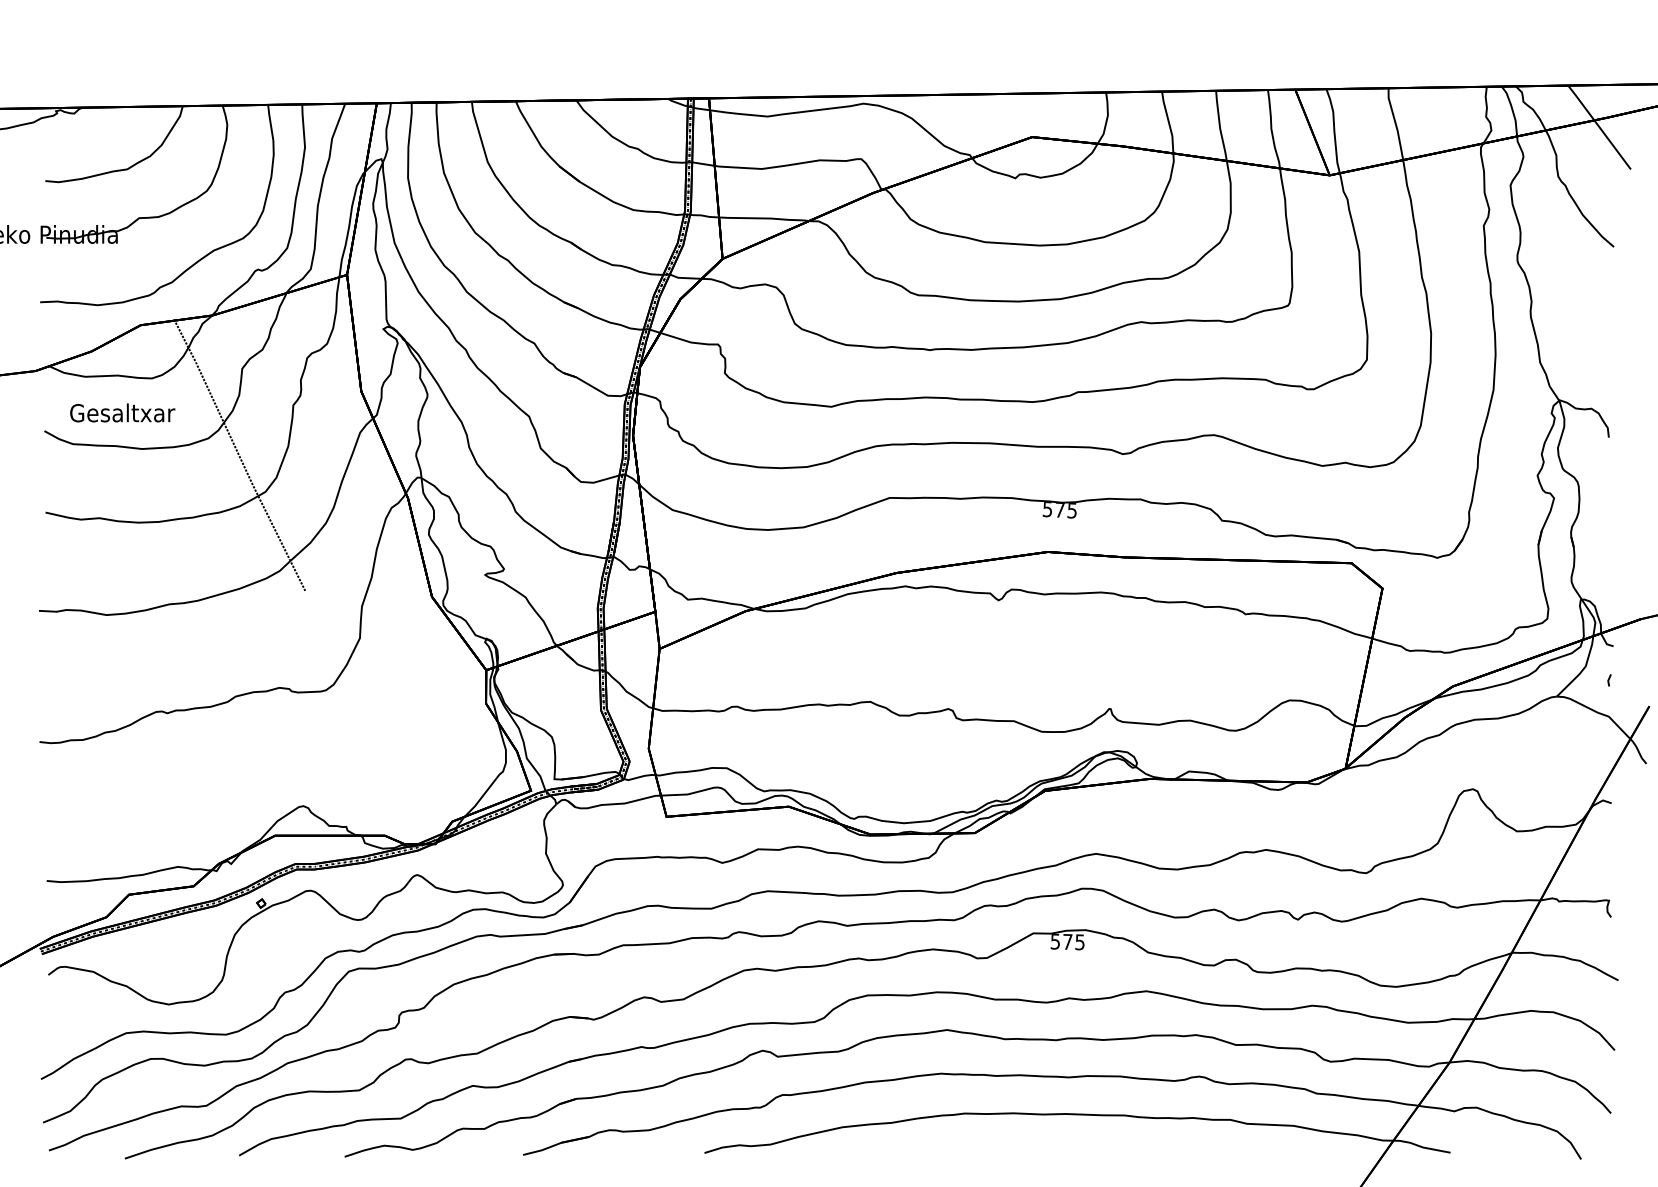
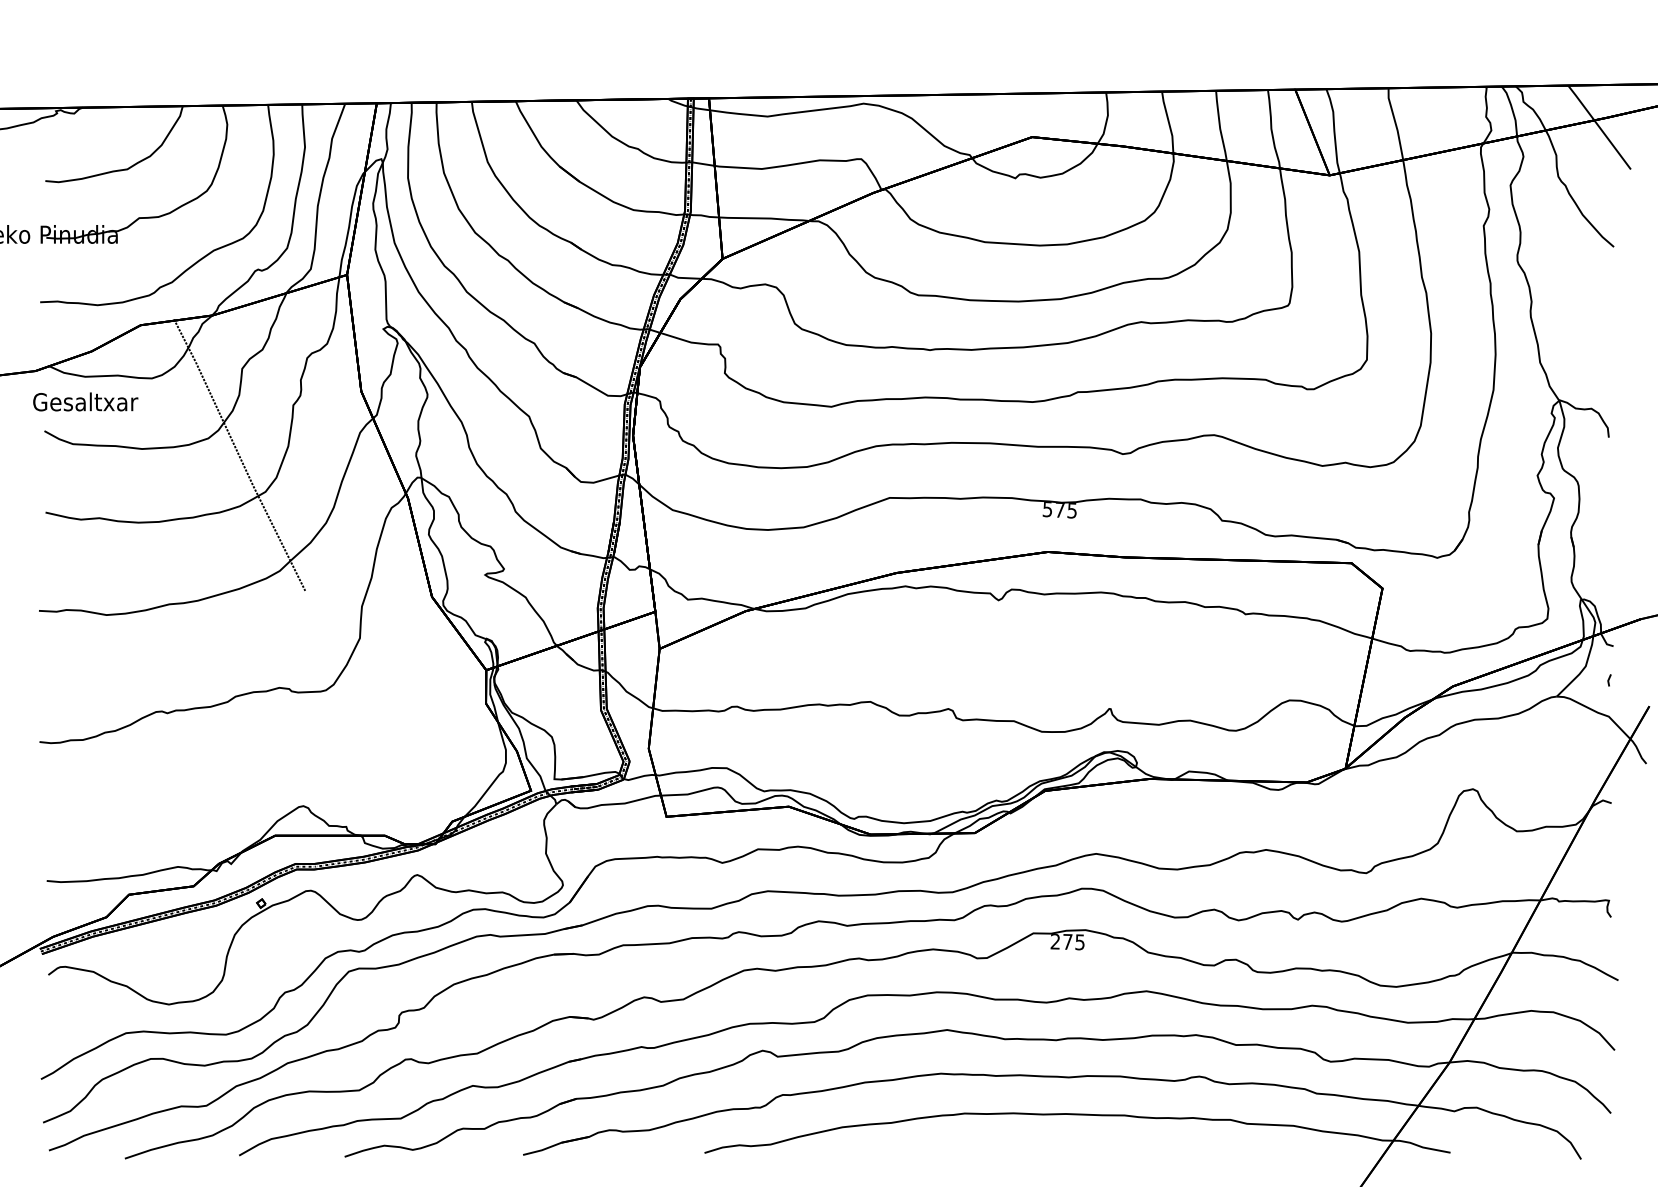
text at (122, 412) position: (122, 412) -> (85, 401)
text at (1054, 941): 575 -> 275
